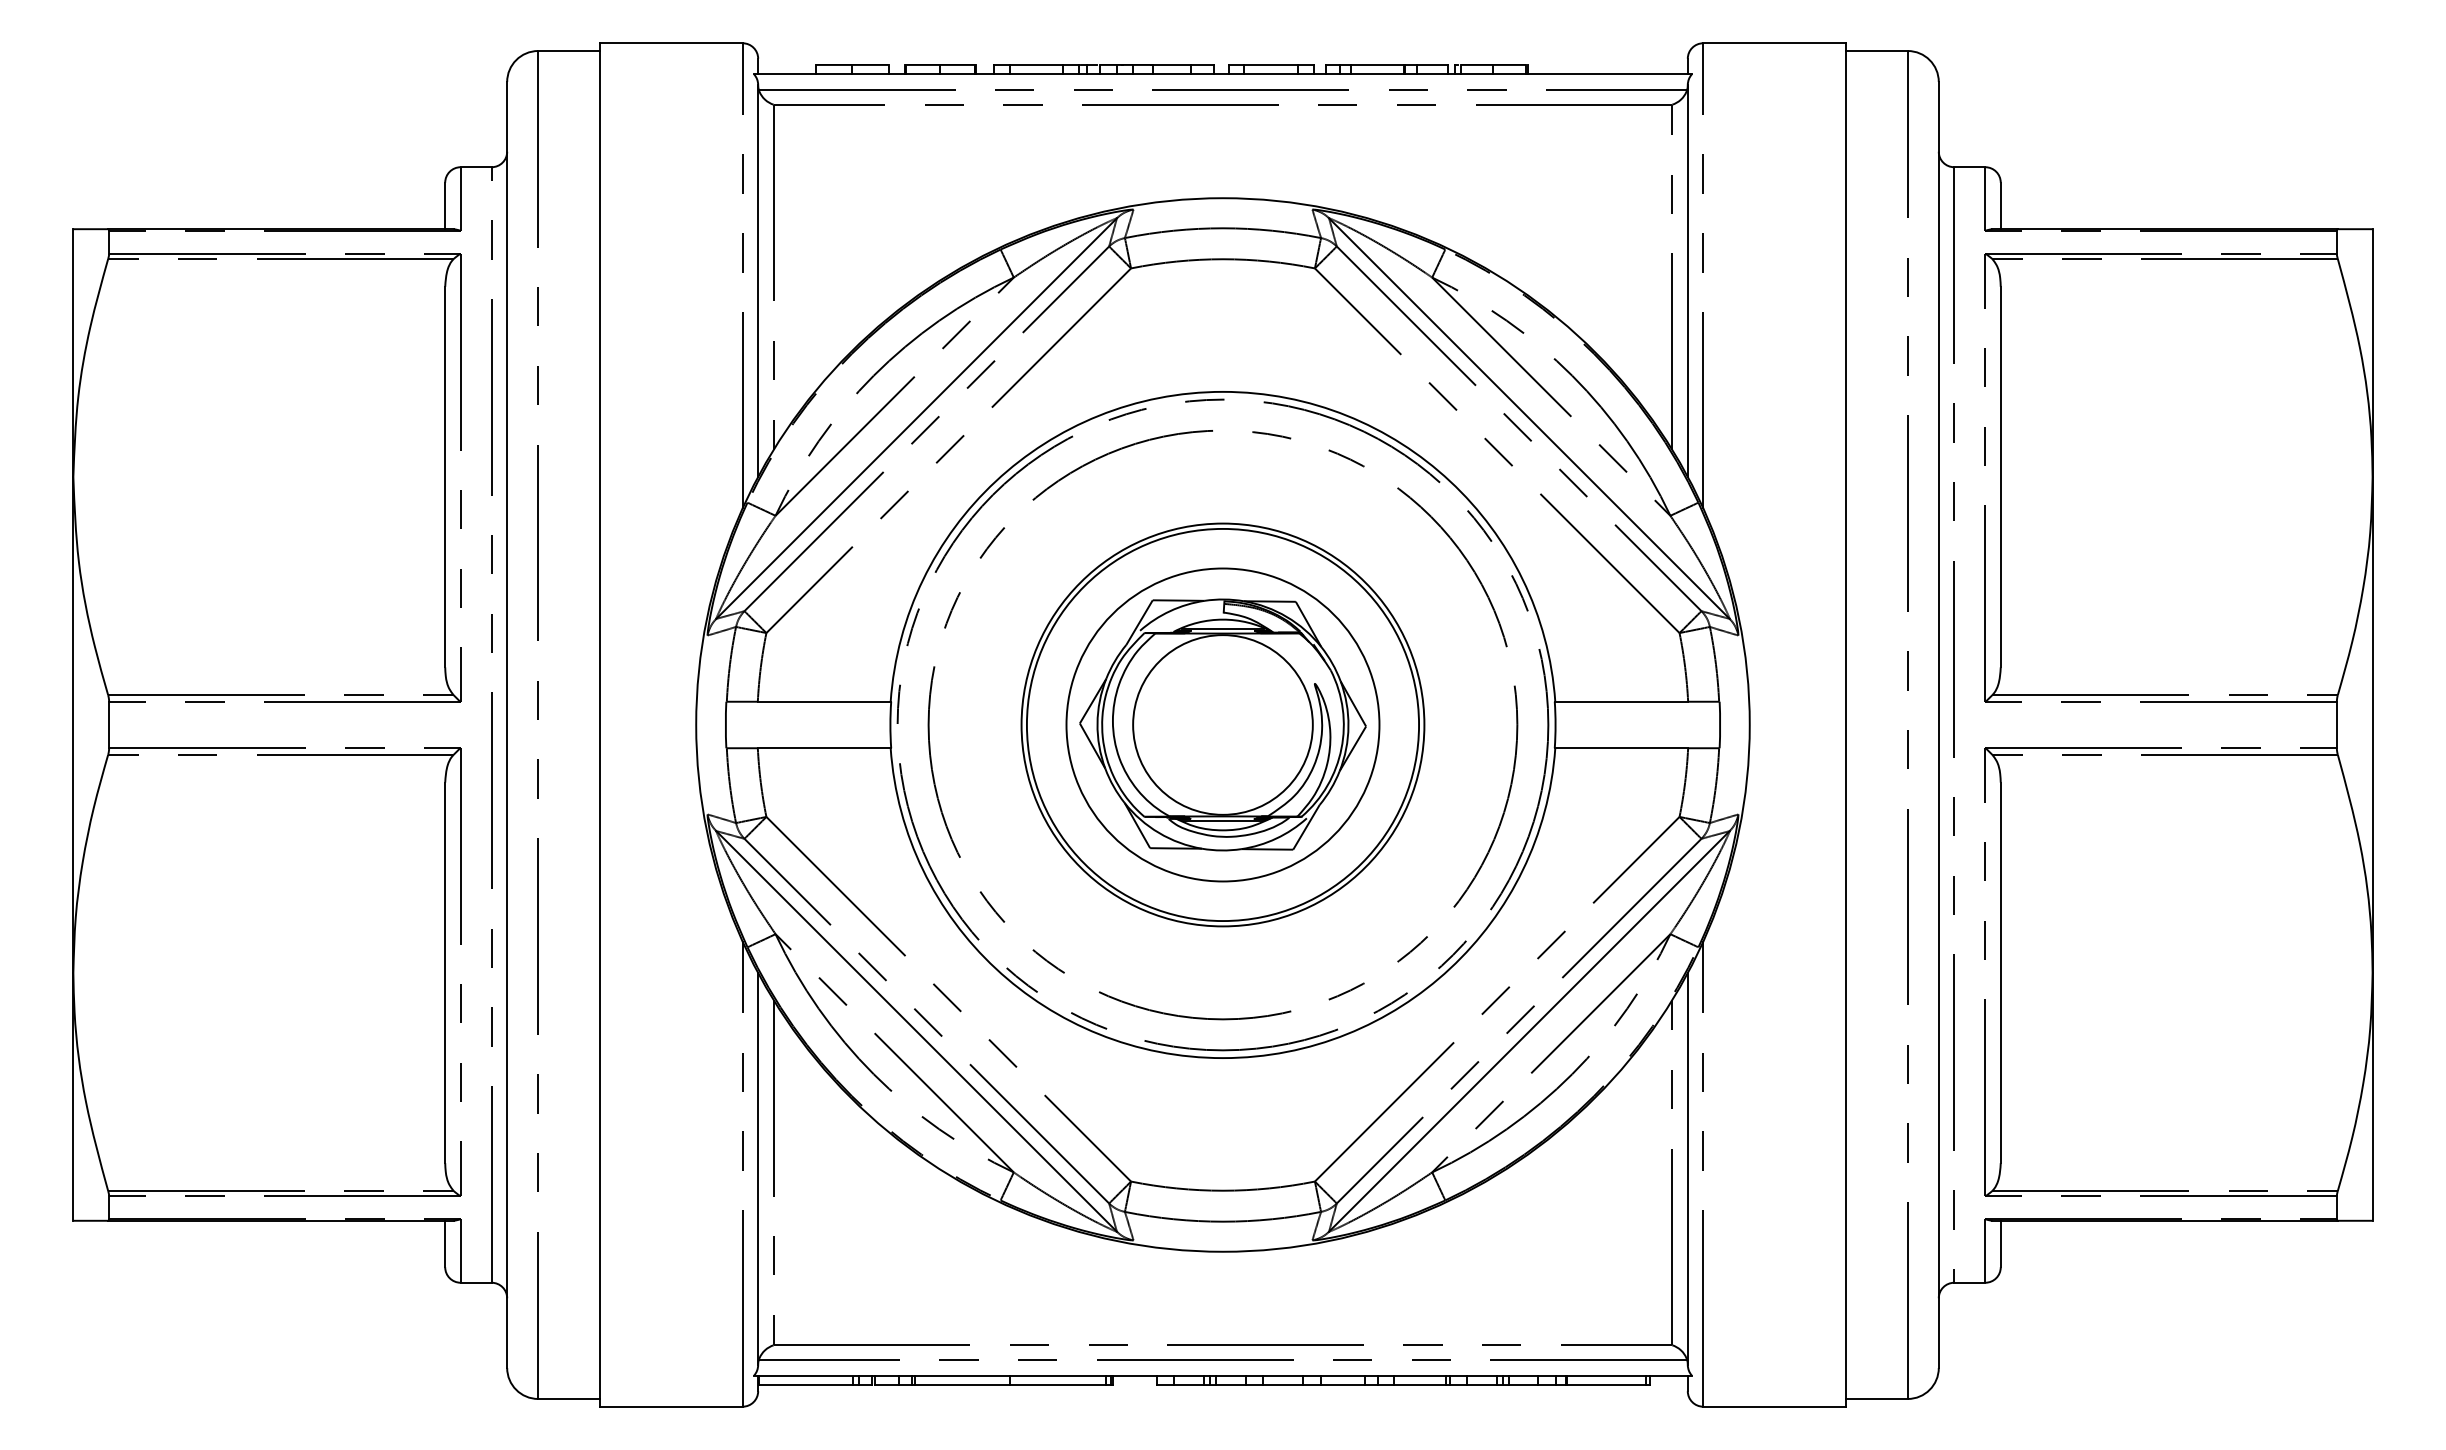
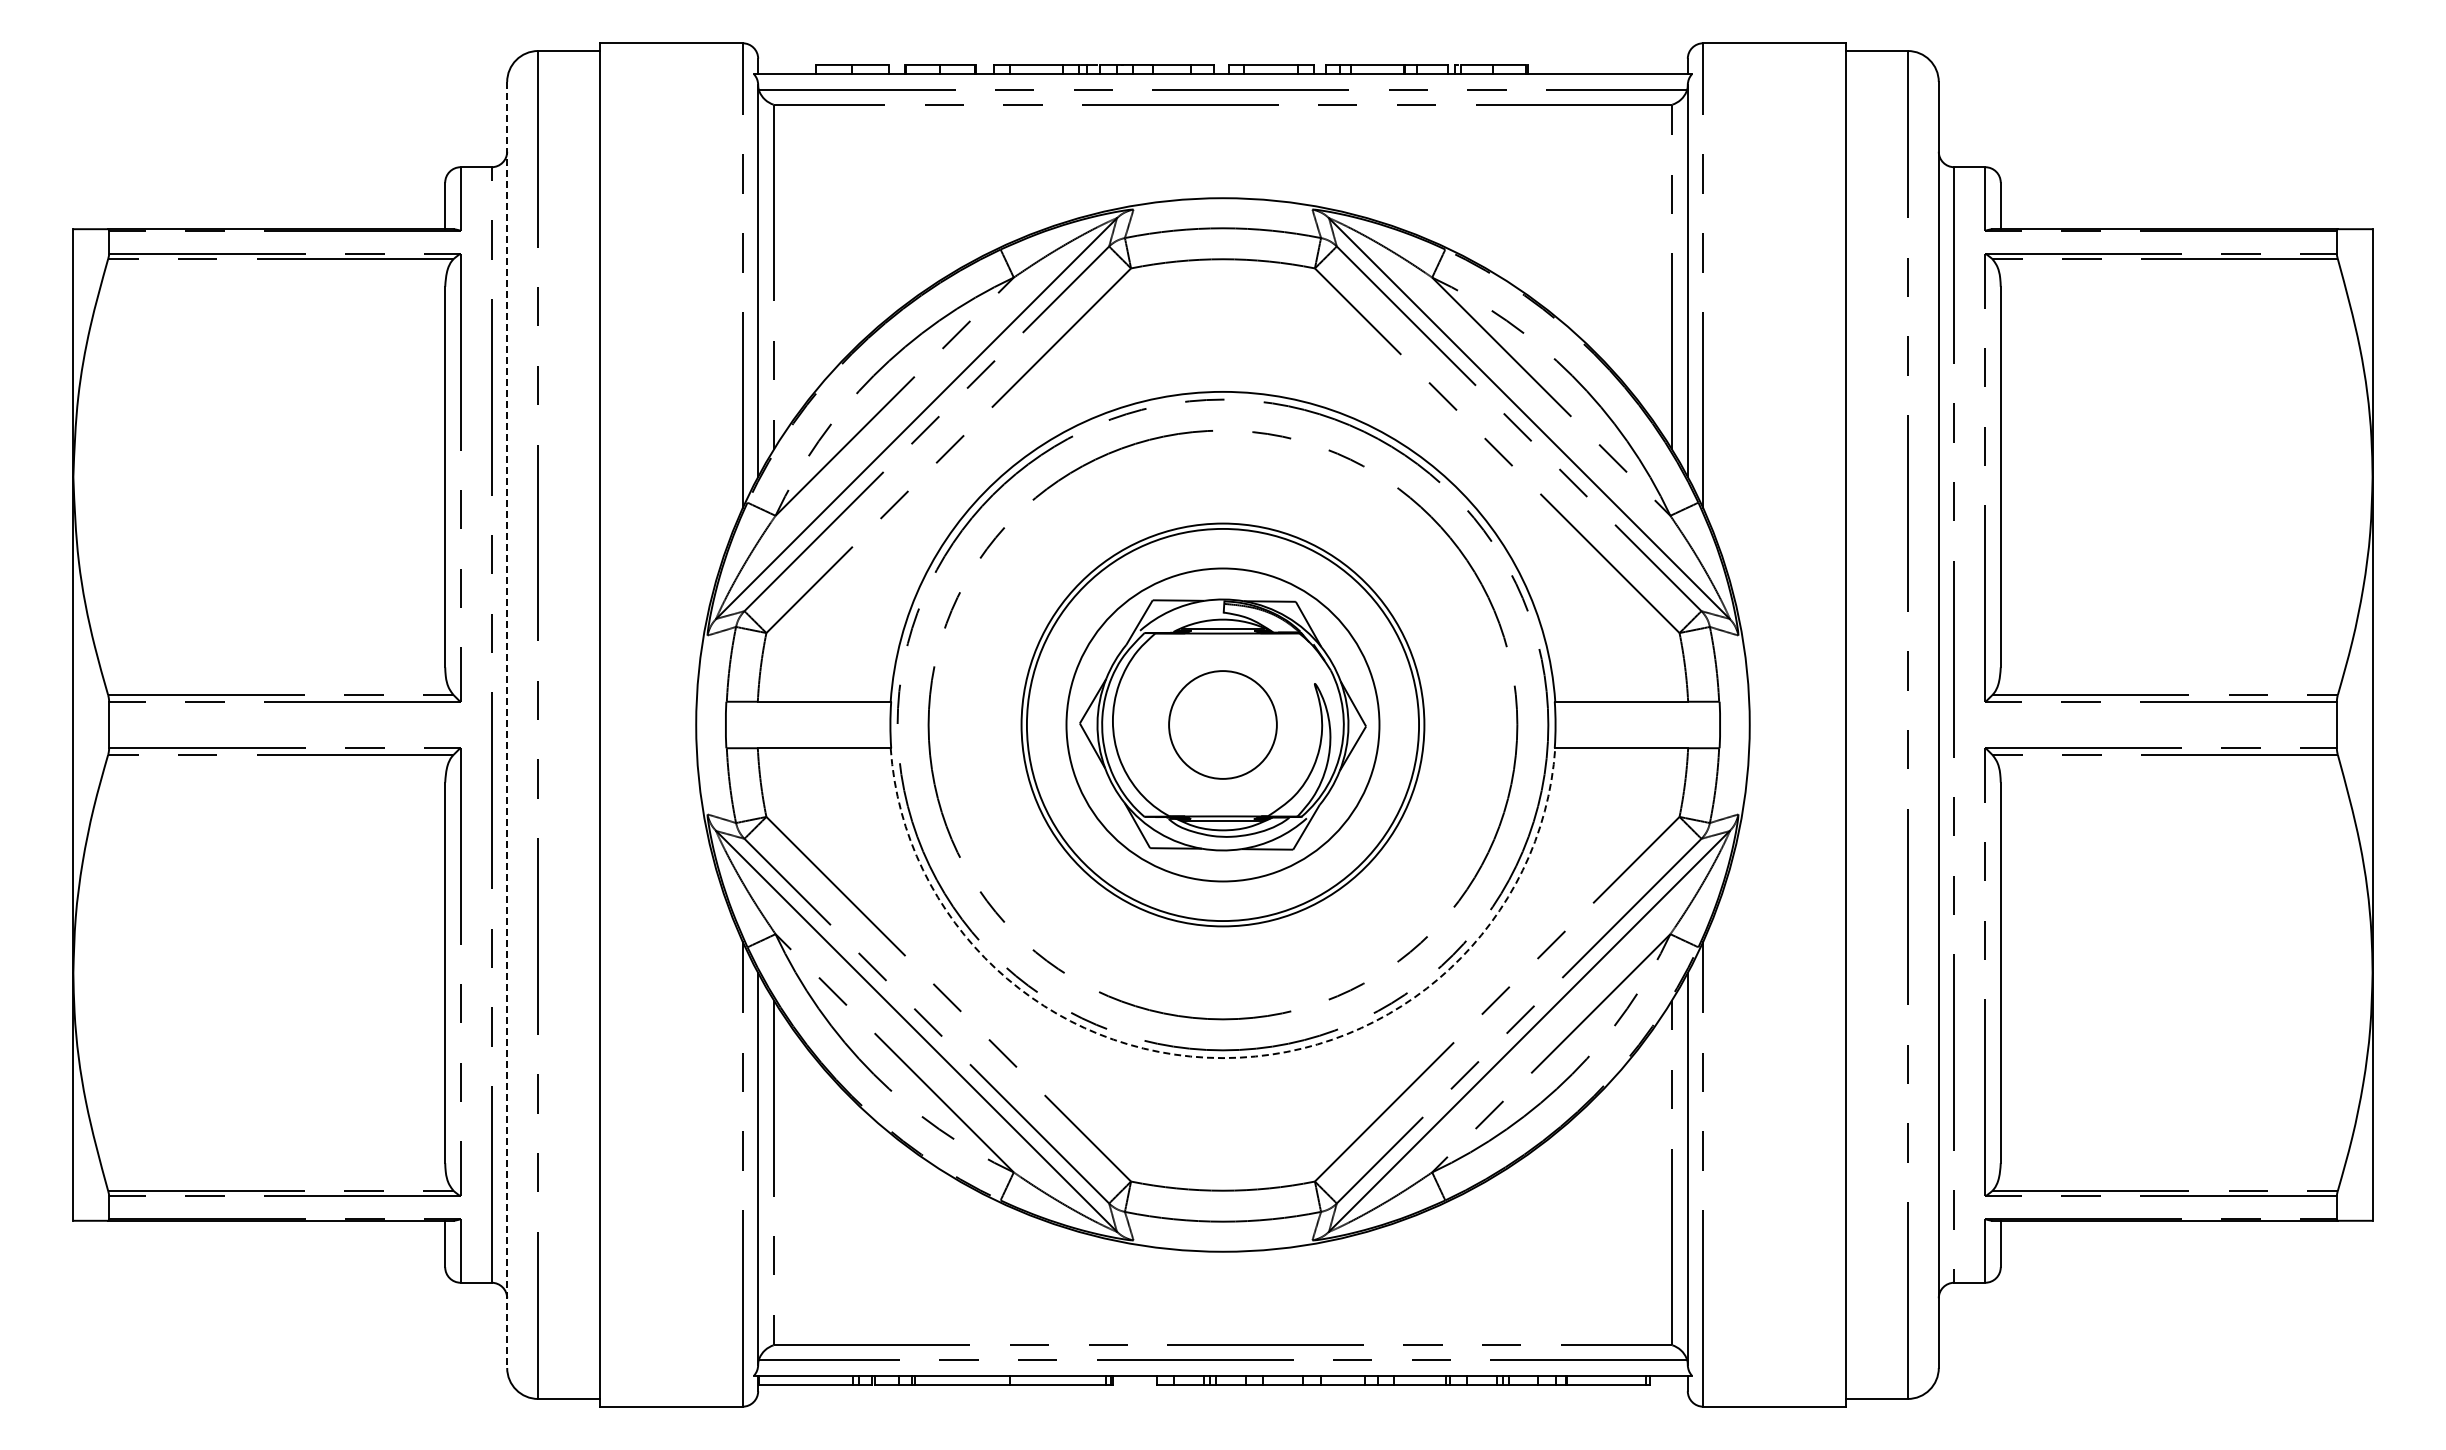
circle at (1222, 724) diameter: 180 px -> 108 px
line at (507, 725): solid -> dashed
arc at (1222, 1058): solid -> dashed
